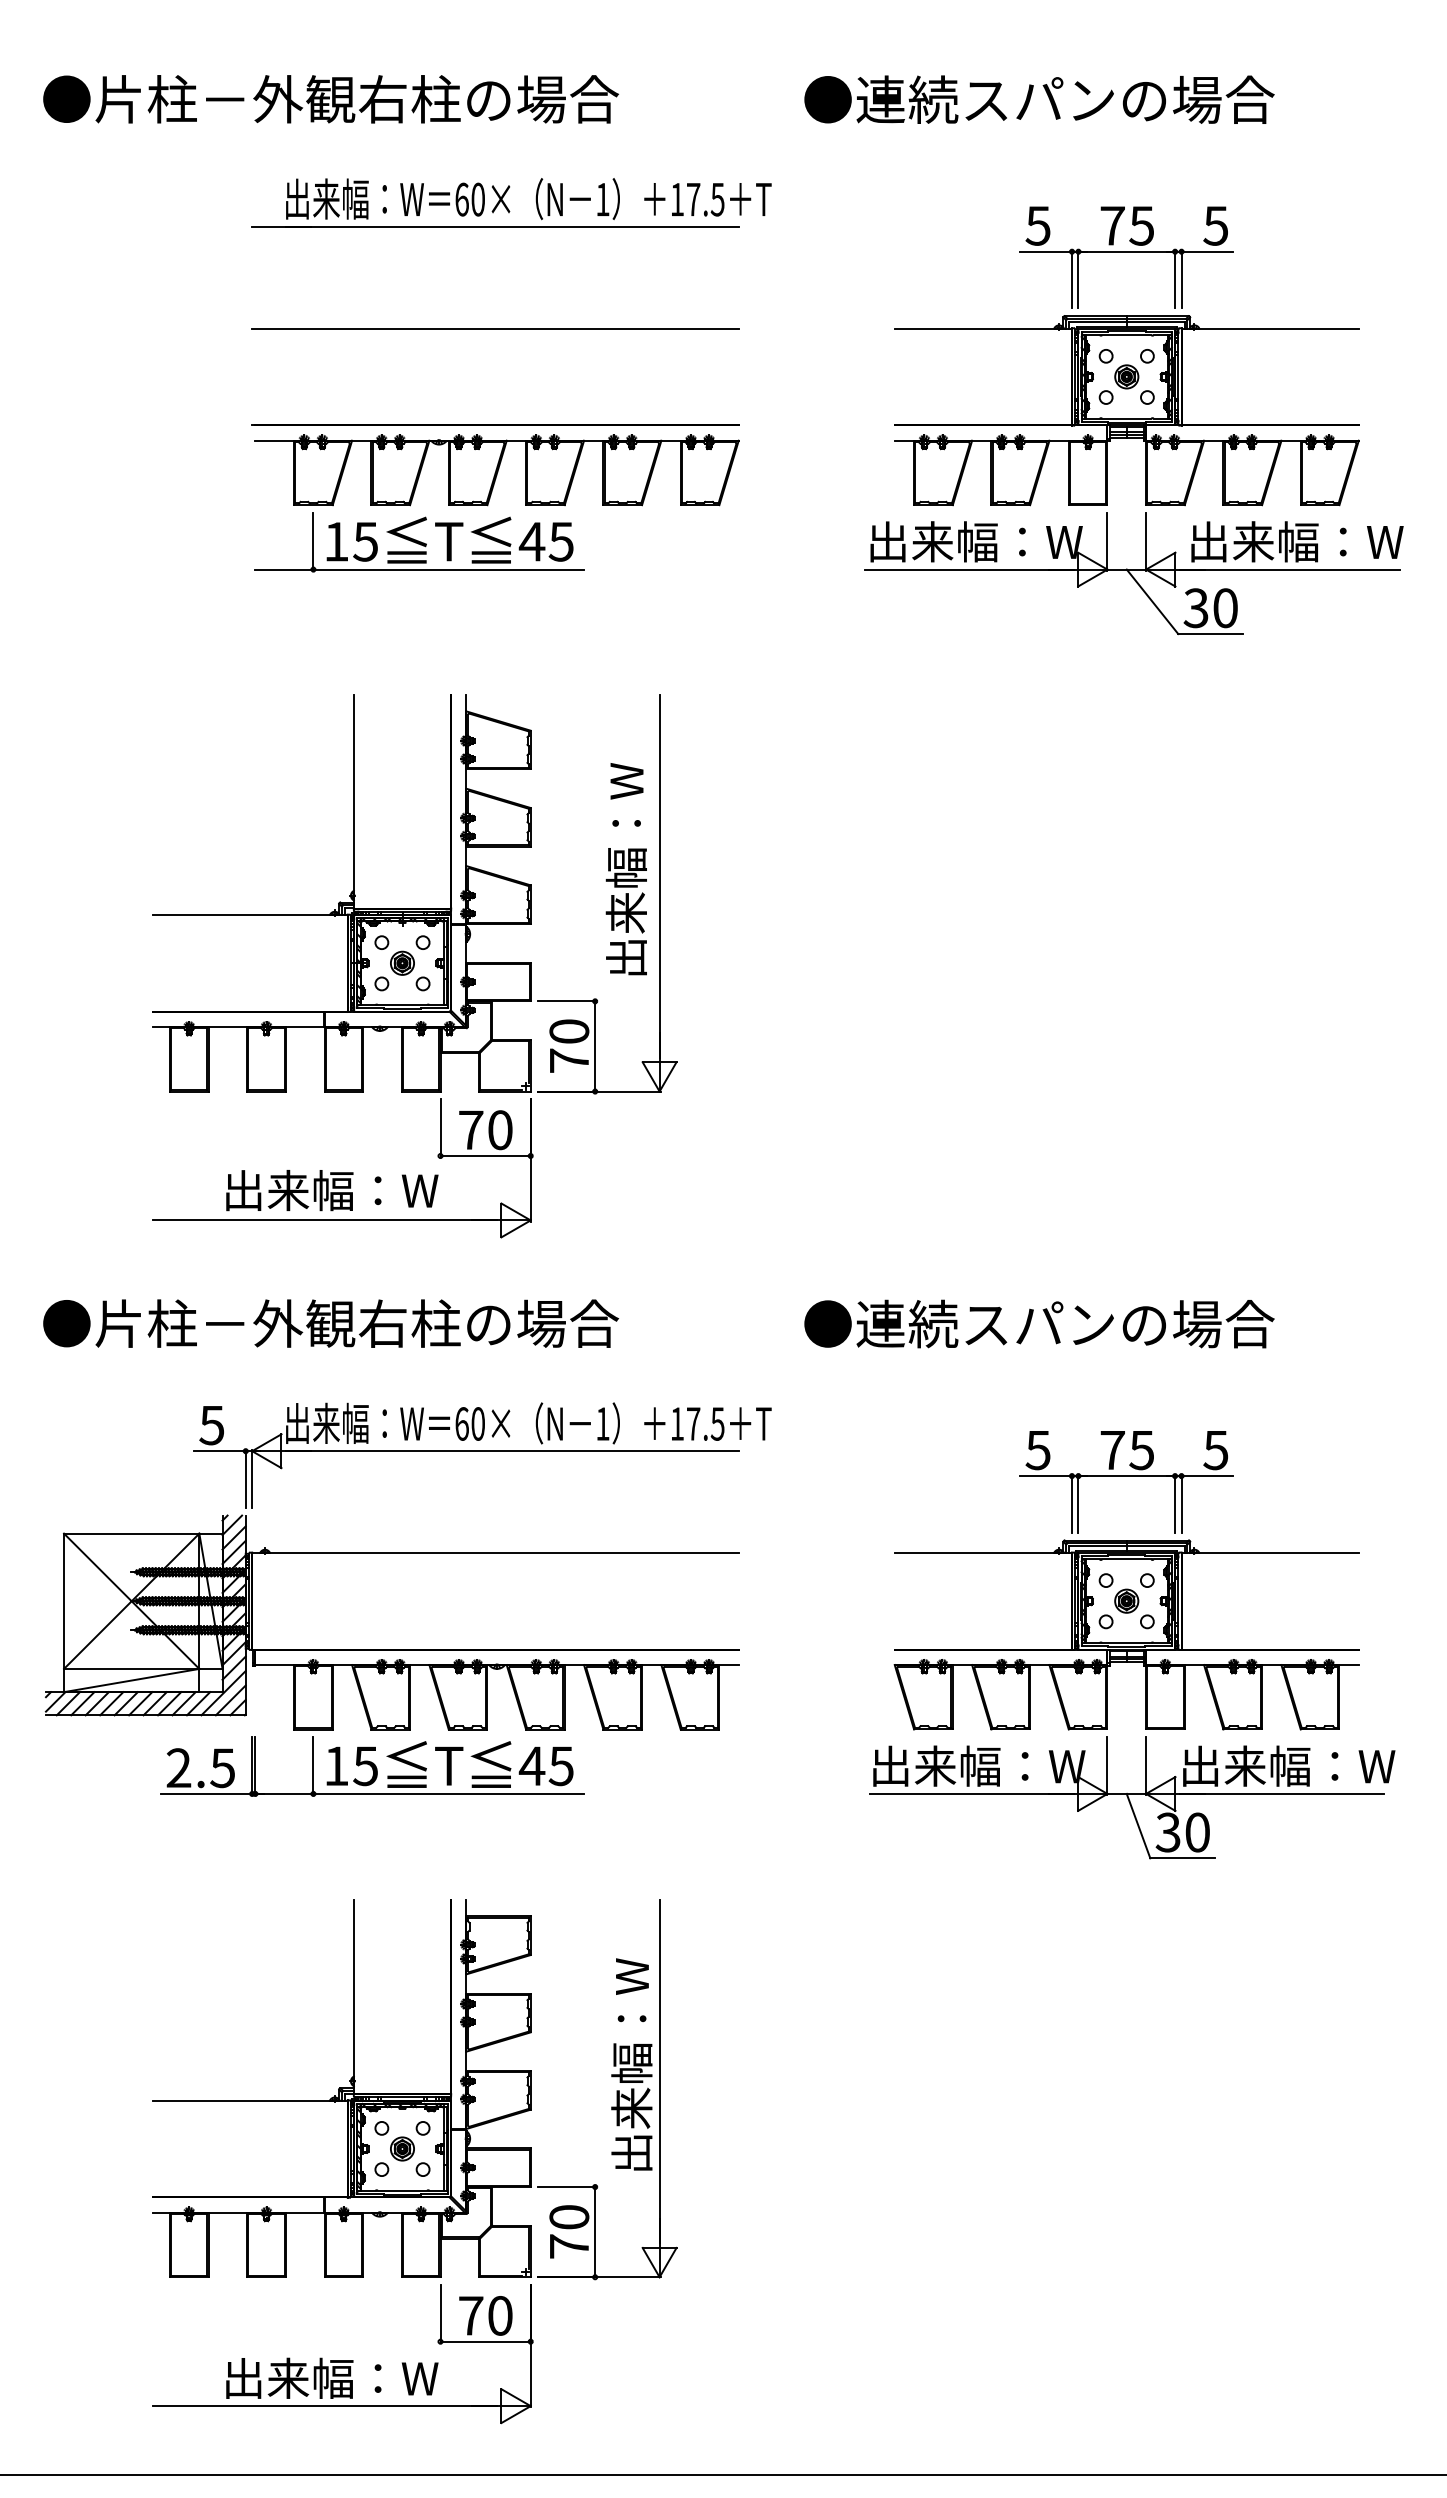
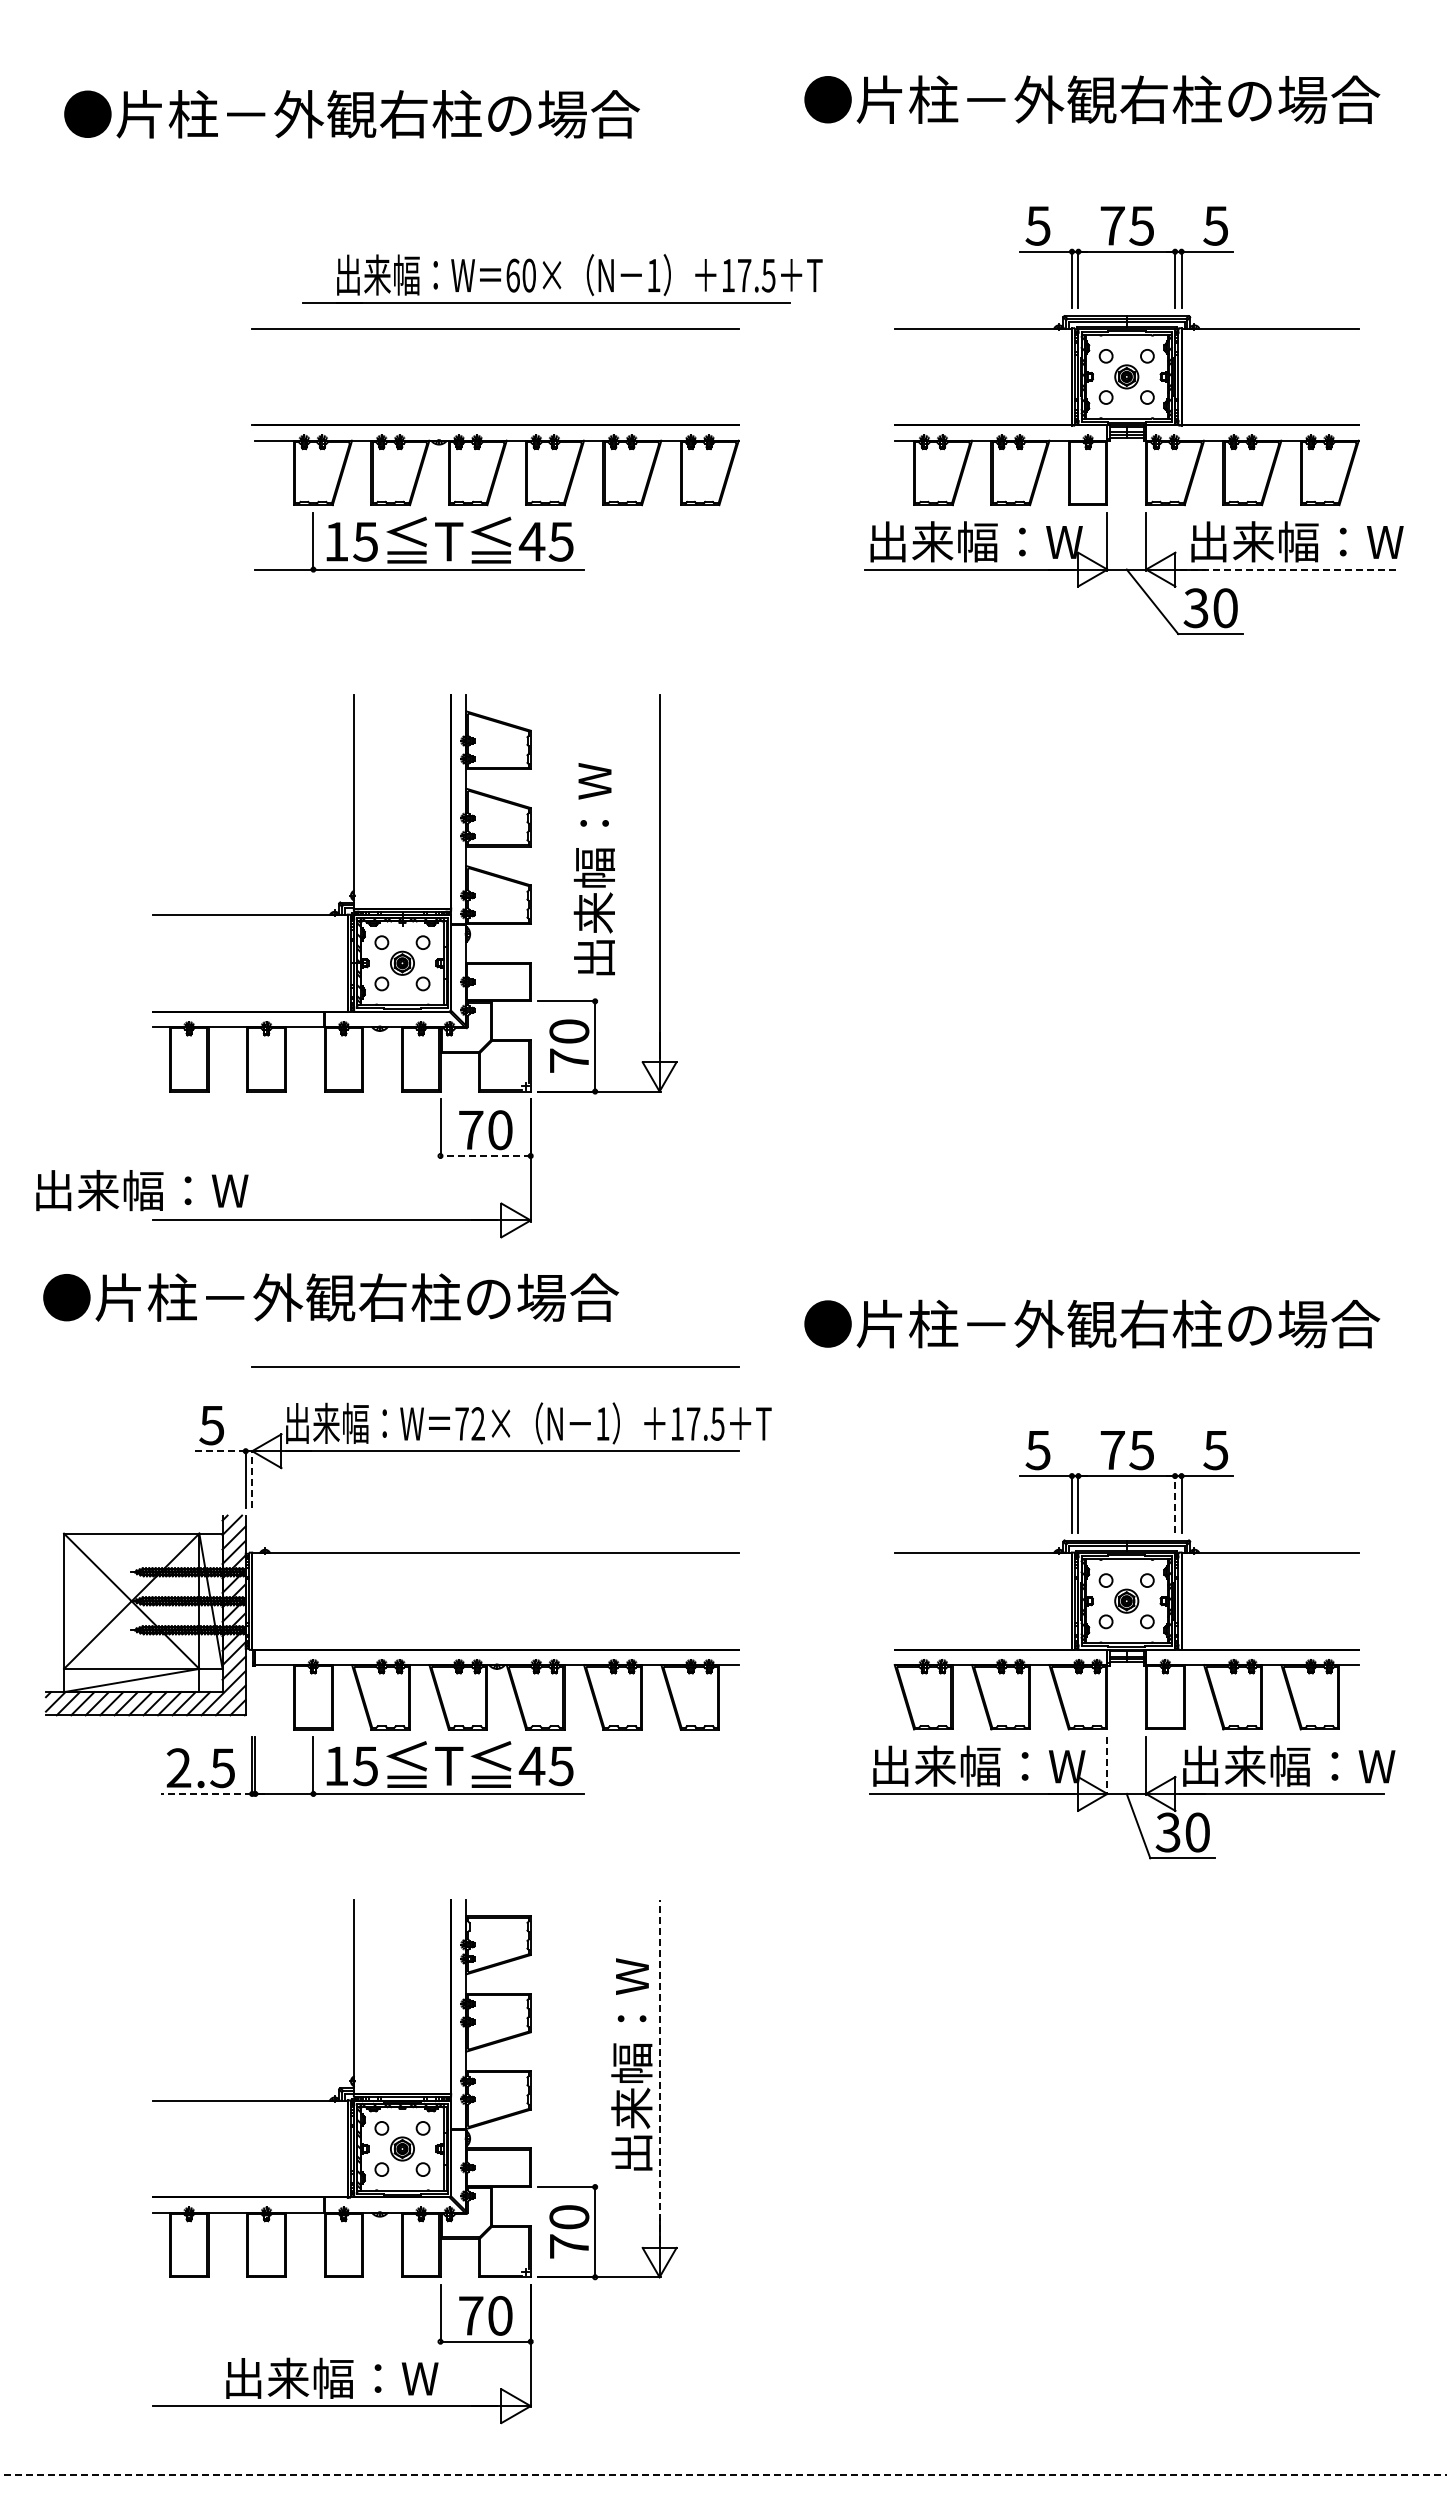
text at (330, 99) position: (330, 99) -> (351, 114)
text at (1118, 99): ●連続スパンの場合 -> ●片柱－外観右柱の場合
part at (511, 202) position: (511, 202) -> (562, 278)
line at (1290, 569): solid -> dashed
text at (625, 869) position: (625, 869) -> (593, 869)
line at (485, 1156): solid -> dashed
text at (332, 1190) position: (332, 1190) -> (142, 1190)
text at (331, 1323) position: (331, 1323) -> (331, 1297)
text at (1118, 1323): ●連続スパンの場合 -> ●片柱－外観右柱の場合
line at (495, 1366): none -> present
text at (469, 1423): 60× -> 72×
line at (219, 1451): solid -> dashed
line at (252, 1478): solid -> dashed
line at (1175, 1503): solid -> dashed
line at (1107, 1766): solid -> dashed
line at (206, 1793): solid -> dashed
line at (659, 2071): solid -> dashed
line at (724, 2474): solid -> dashed
